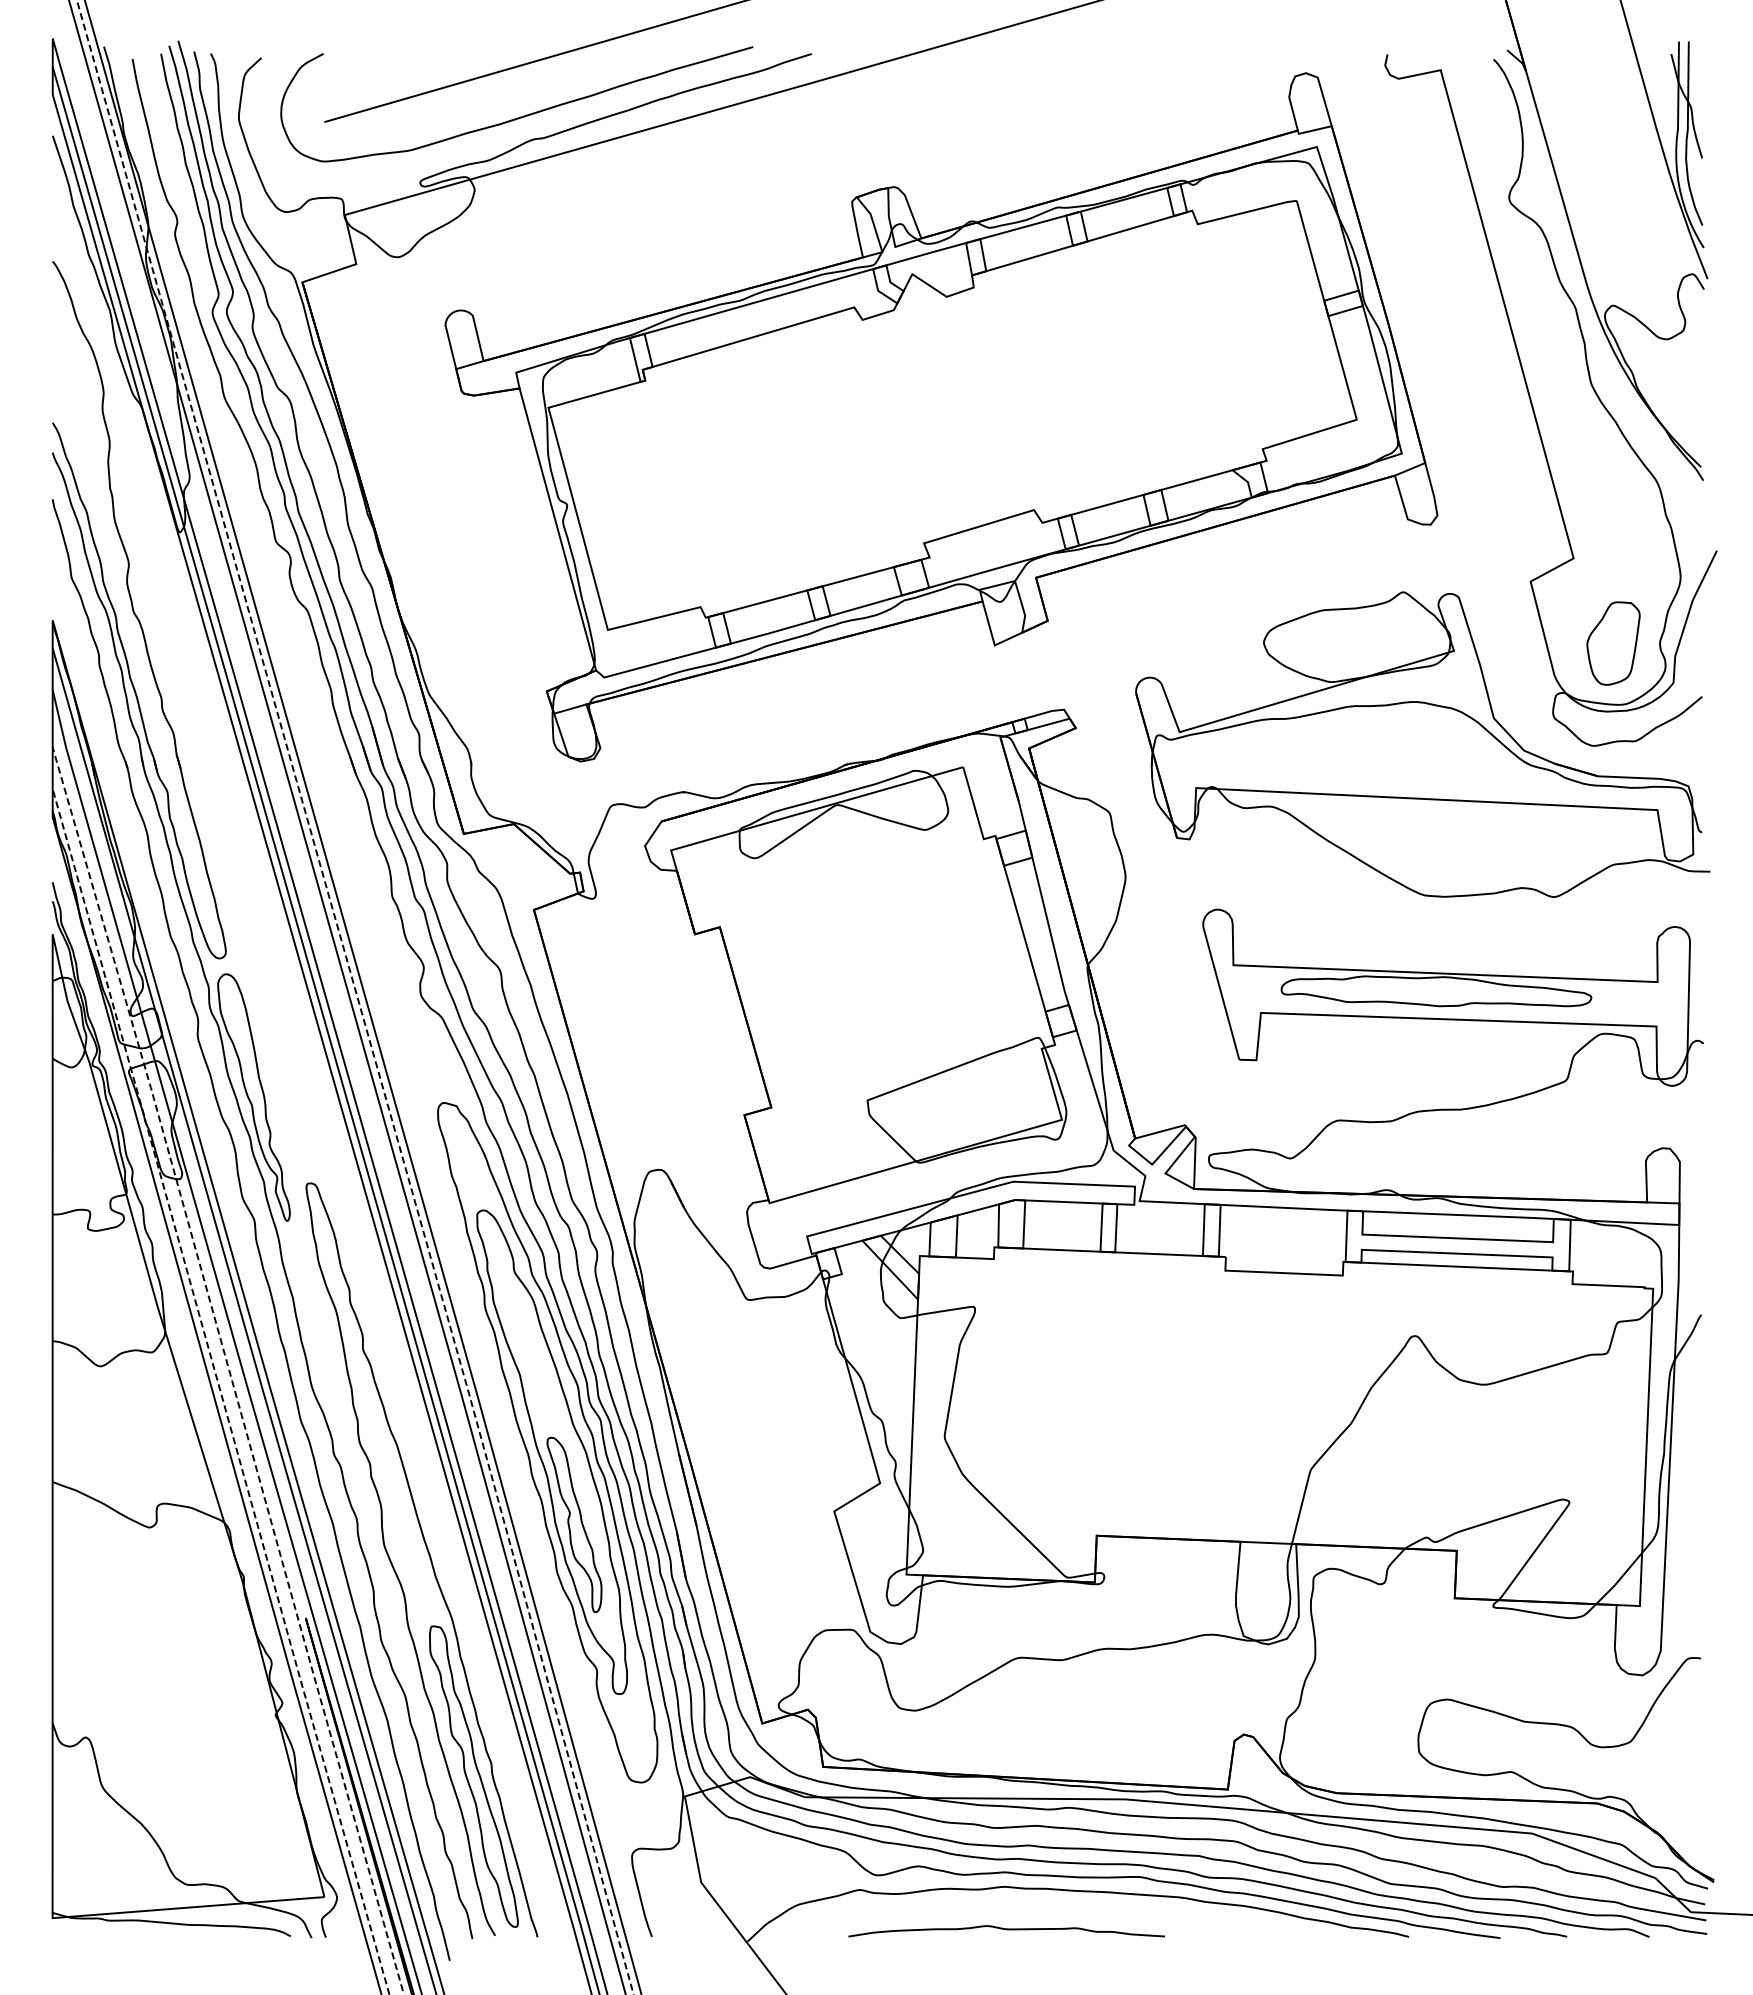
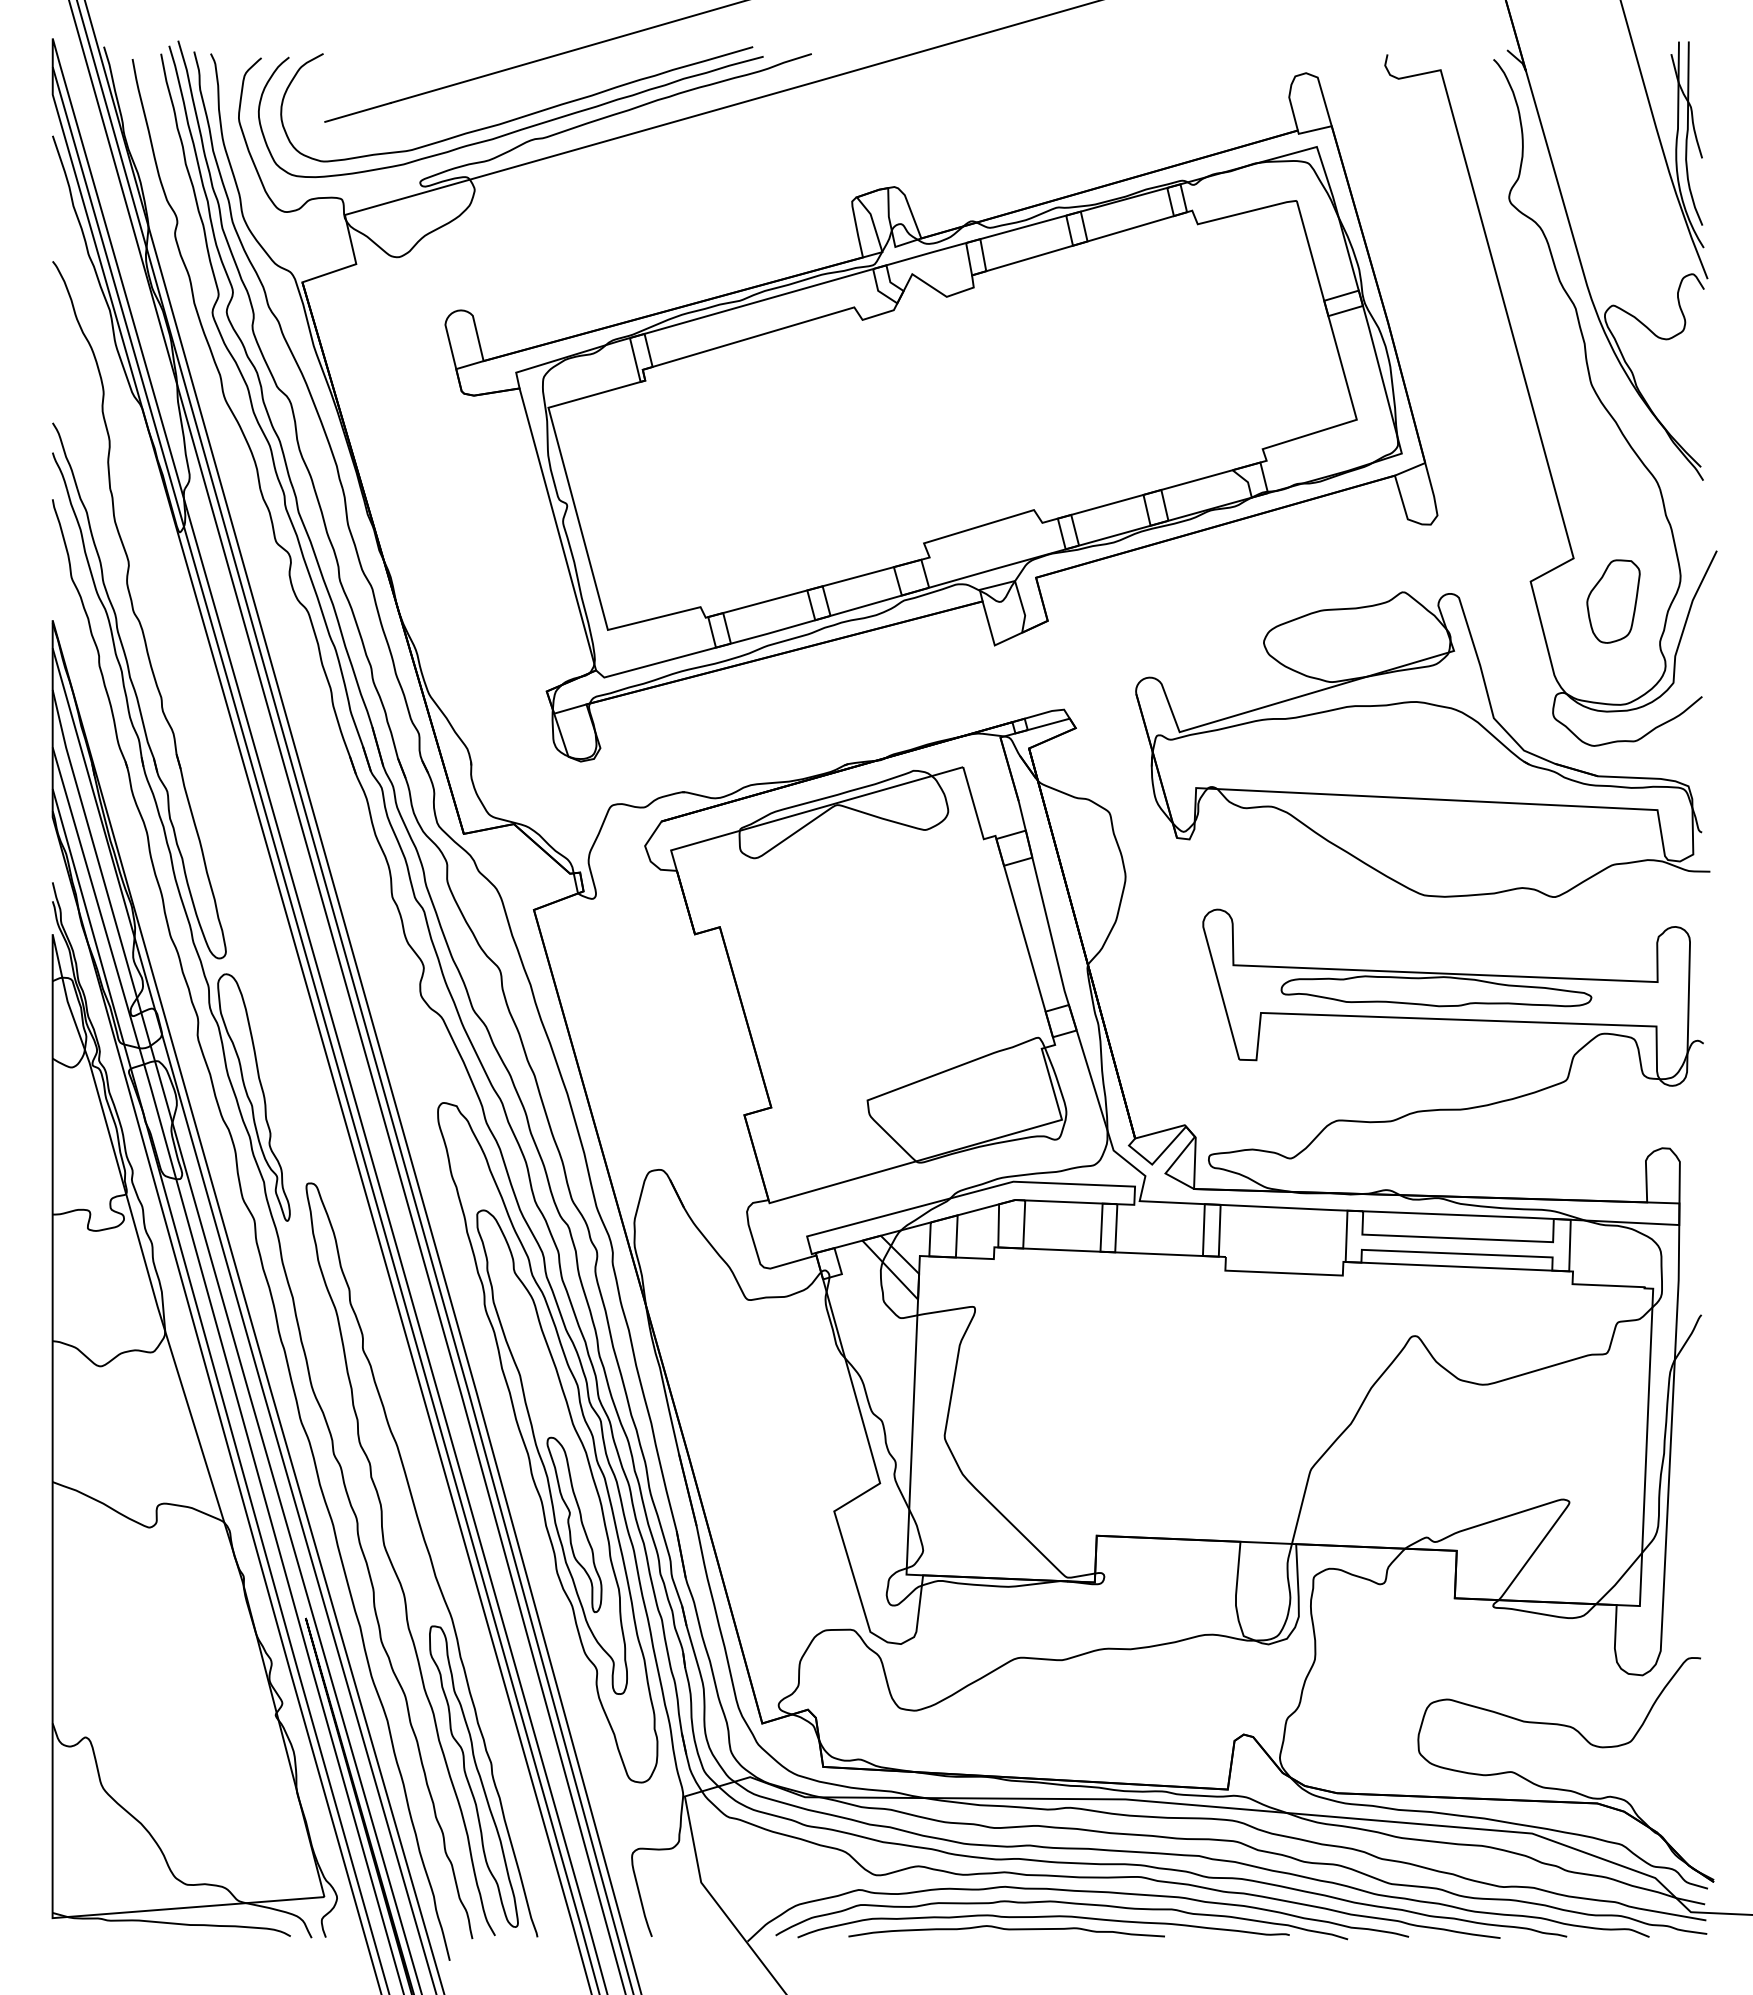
curve at (515, 130): none -> present
part at (1613, 643) position: (1613, 643) -> (1613, 601)
line at (357, 996): dashed -> solid
line at (229, 1370): dashed -> solid
line at (220, 1391): dashed -> solid
part at (1061, 1920): none -> present
